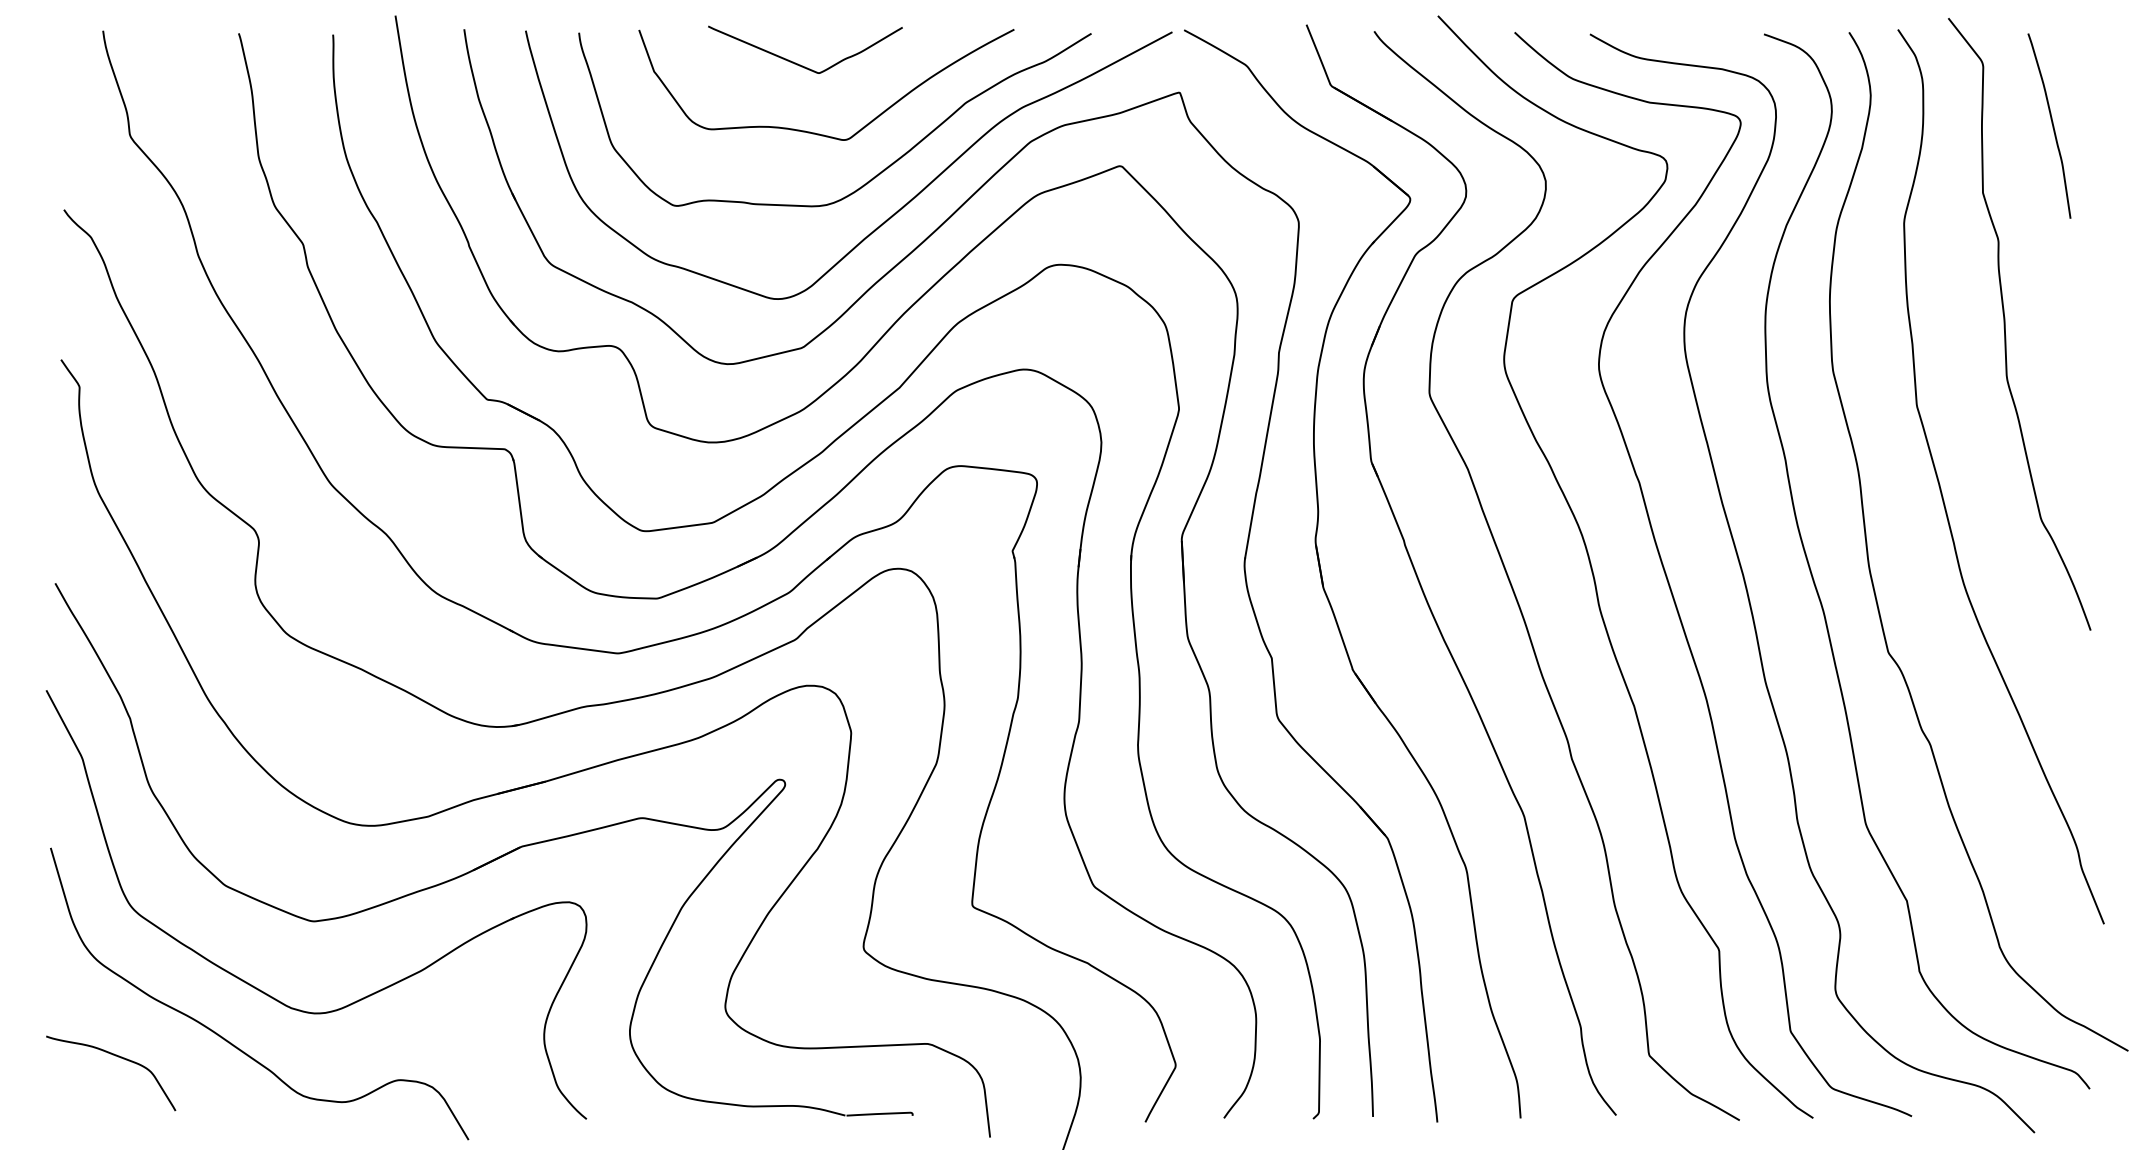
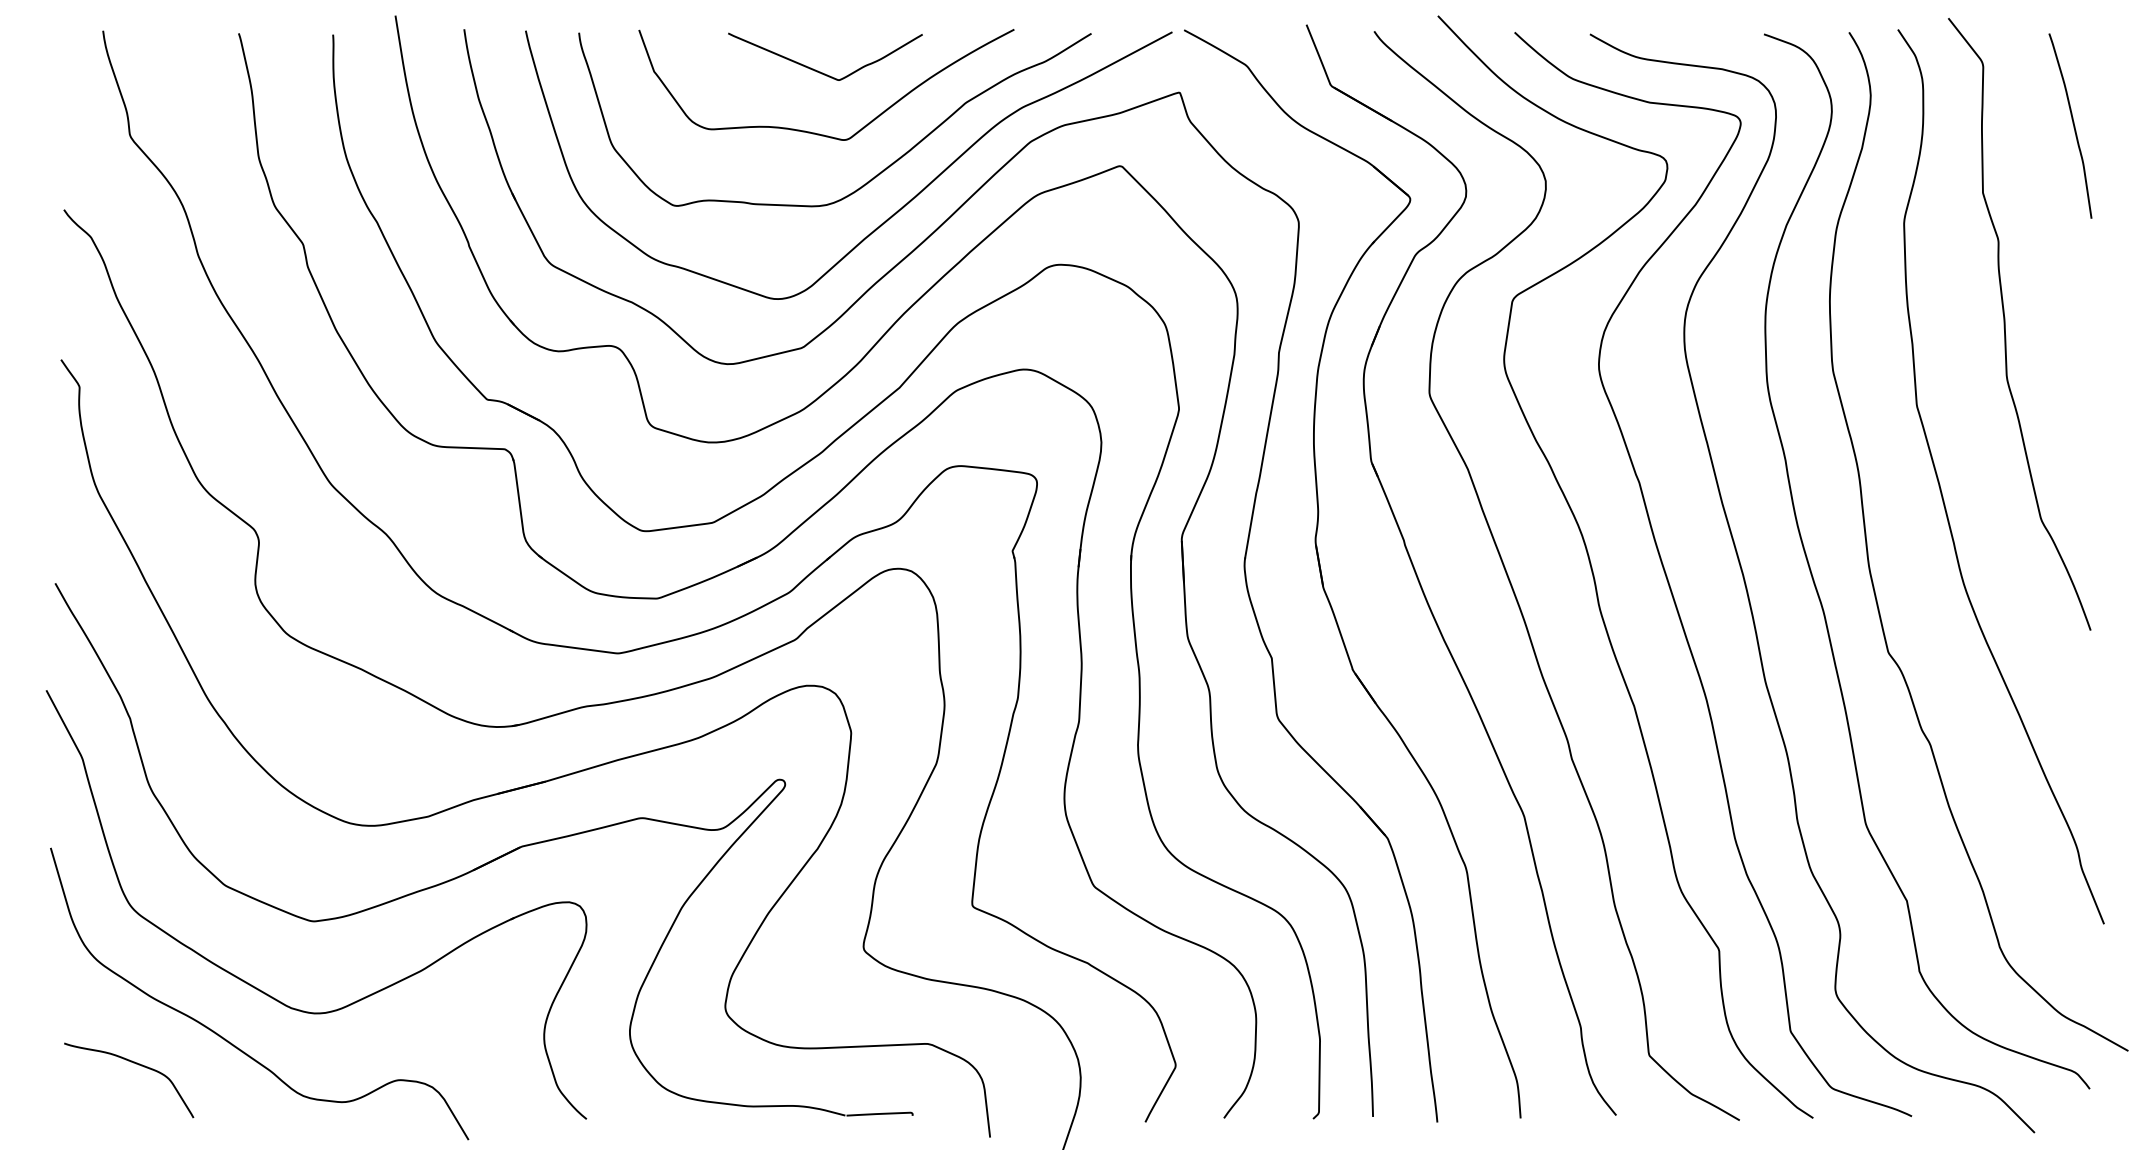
curve at (798, 63) position: (798, 63) -> (818, 70)
curve at (2051, 123) position: (2051, 123) -> (2072, 123)
curve at (115, 1056) position: (115, 1056) -> (133, 1063)
